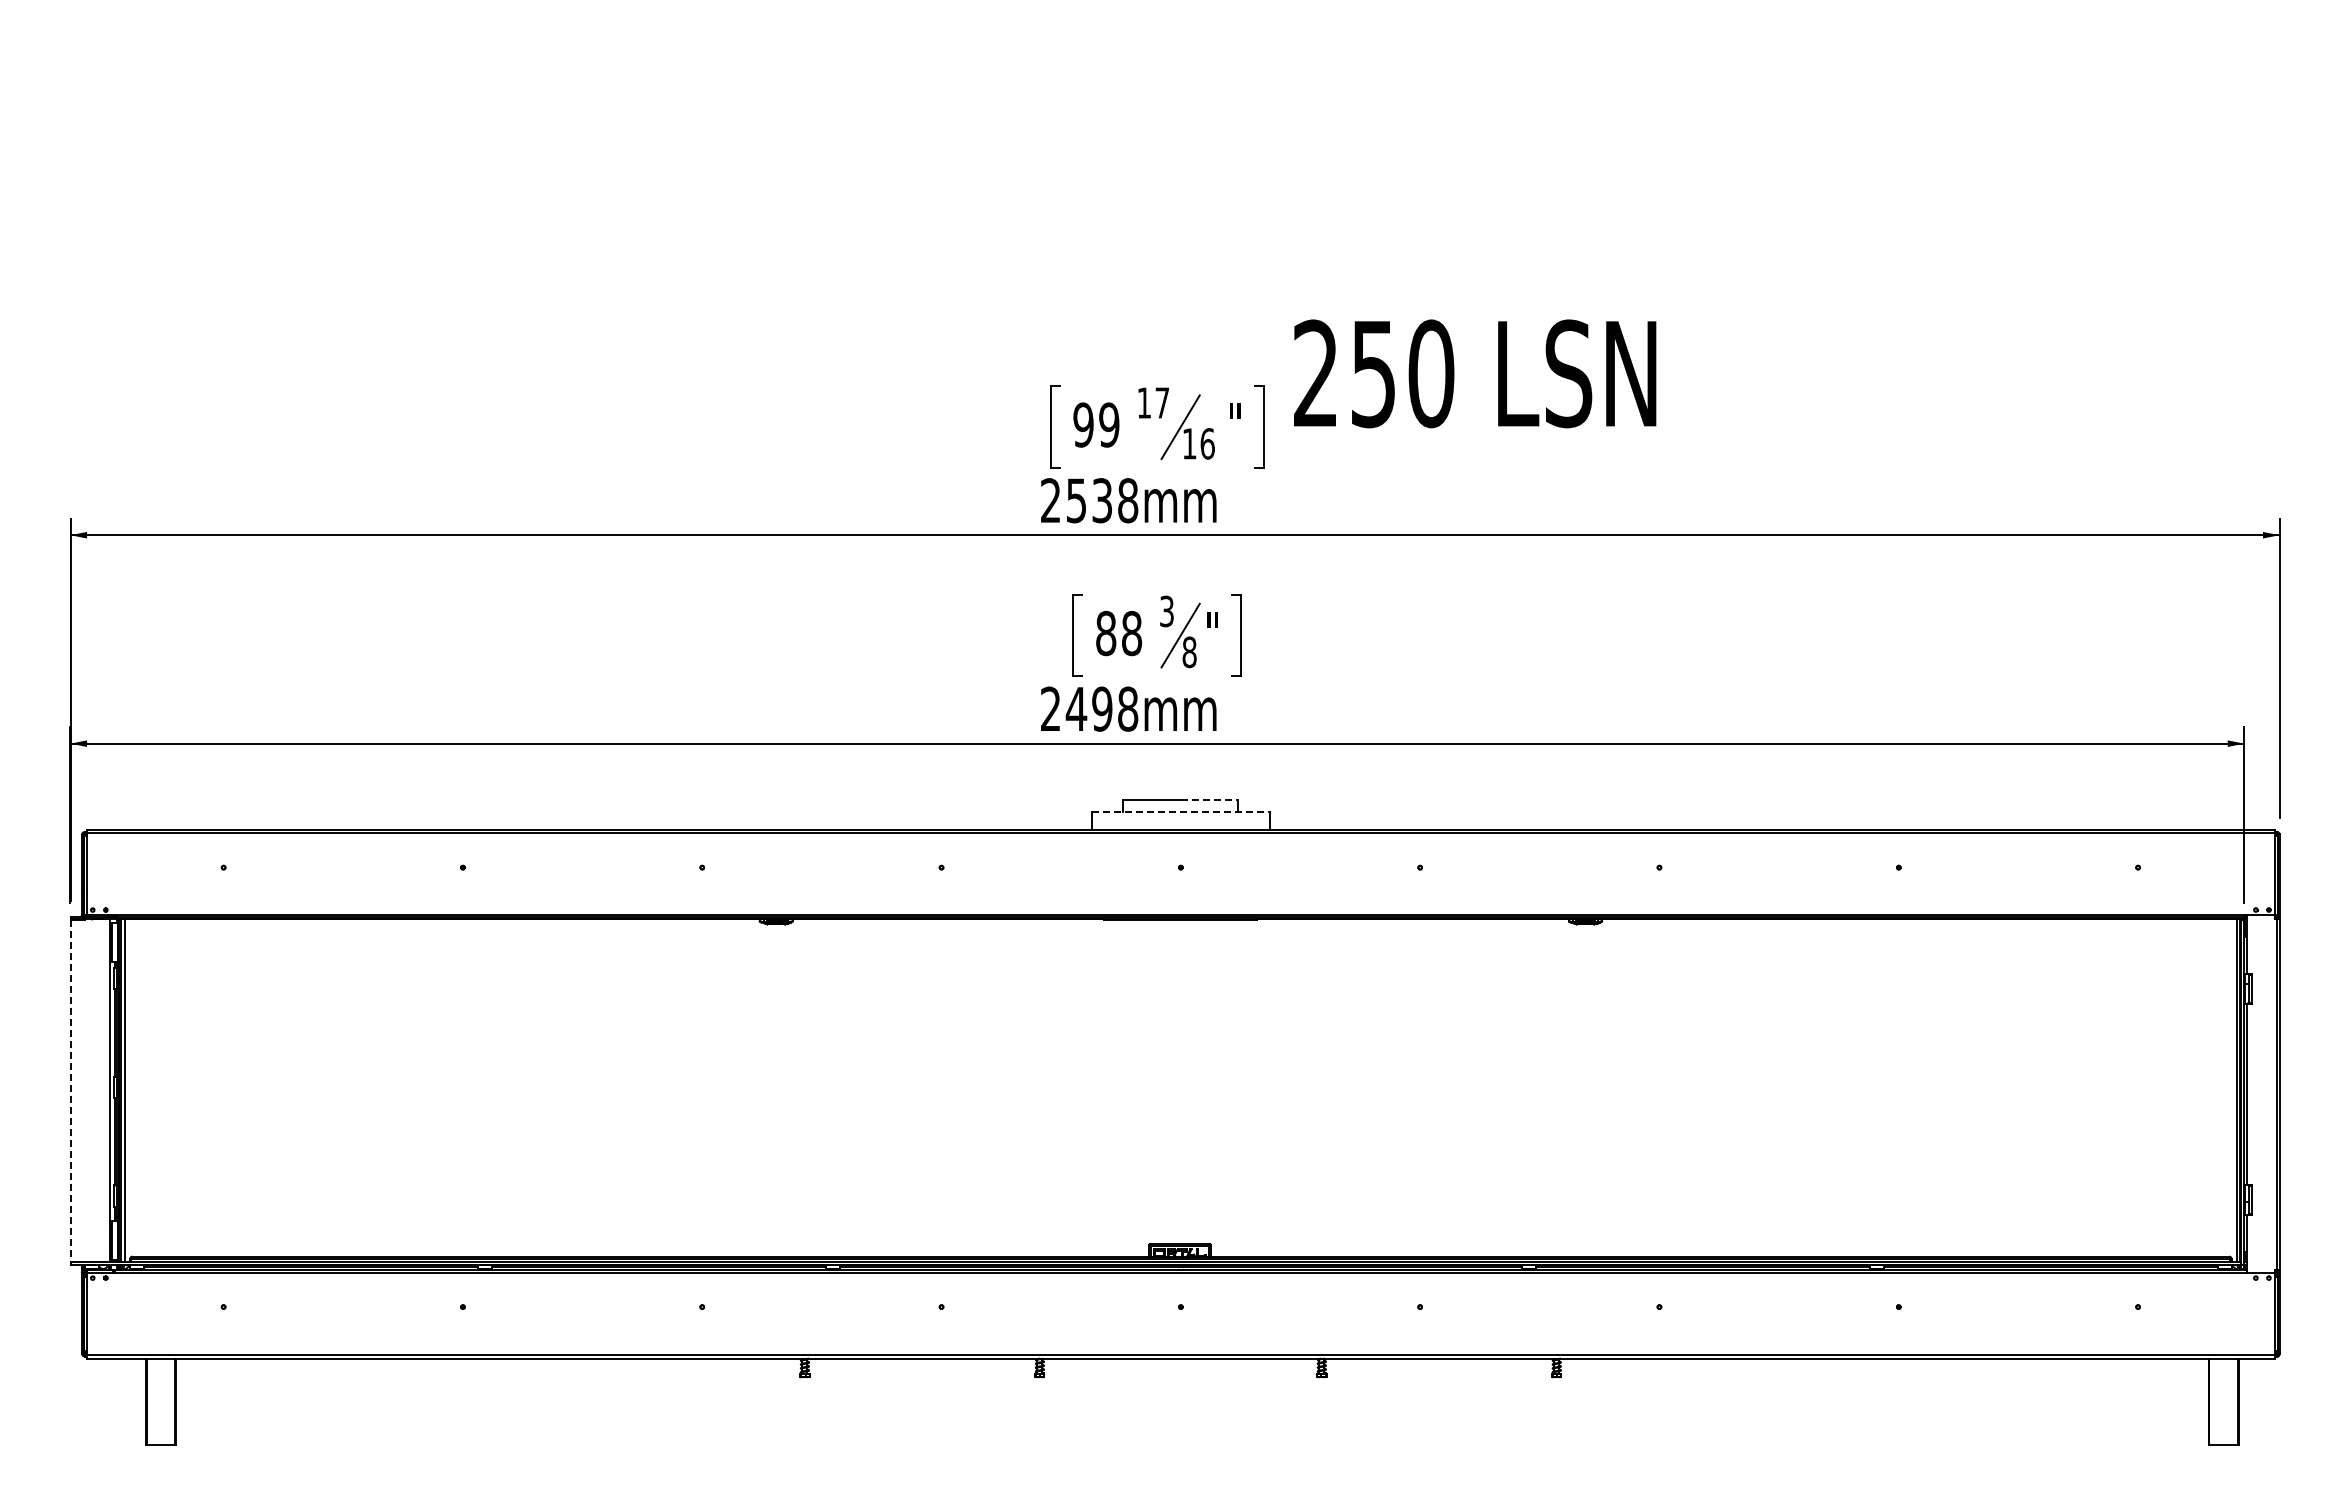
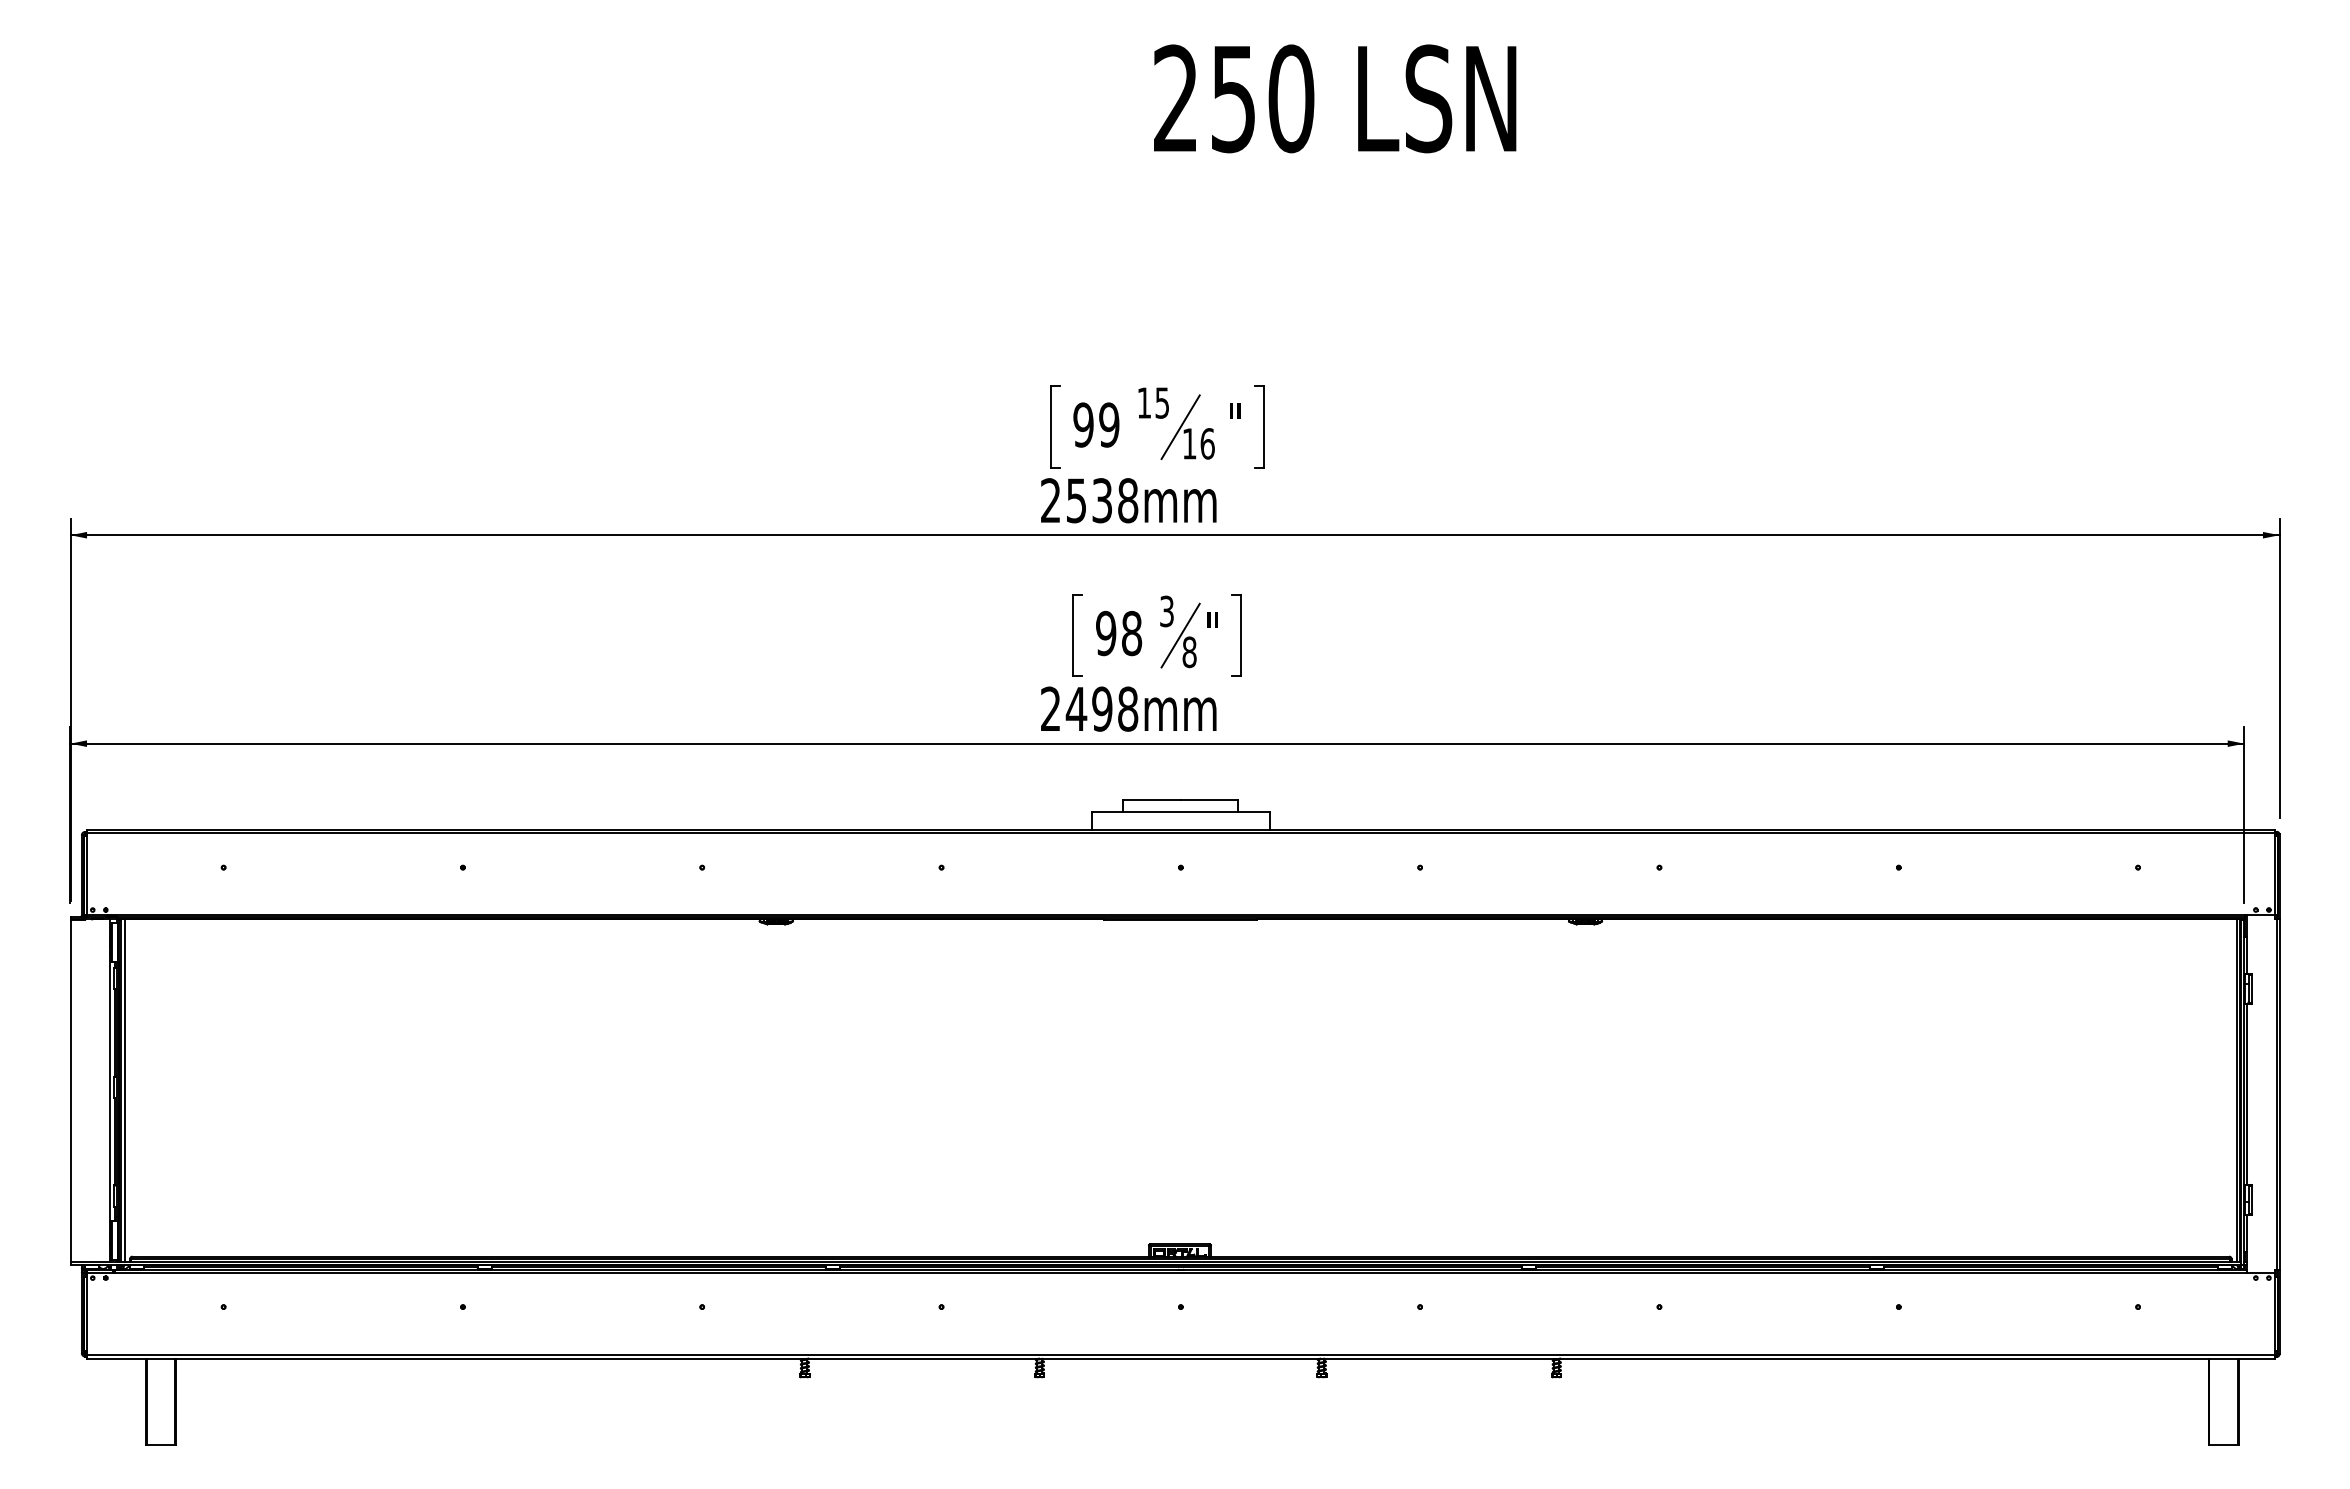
text at (1475, 373) position: (1475, 373) -> (1335, 98)
text at (1161, 402): 17 -> 15
text at (1106, 633): 88 -> 98
line at (1209, 799): dashed -> solid
line at (1180, 811): dashed -> solid
line at (70, 1090): dashed -> solid
